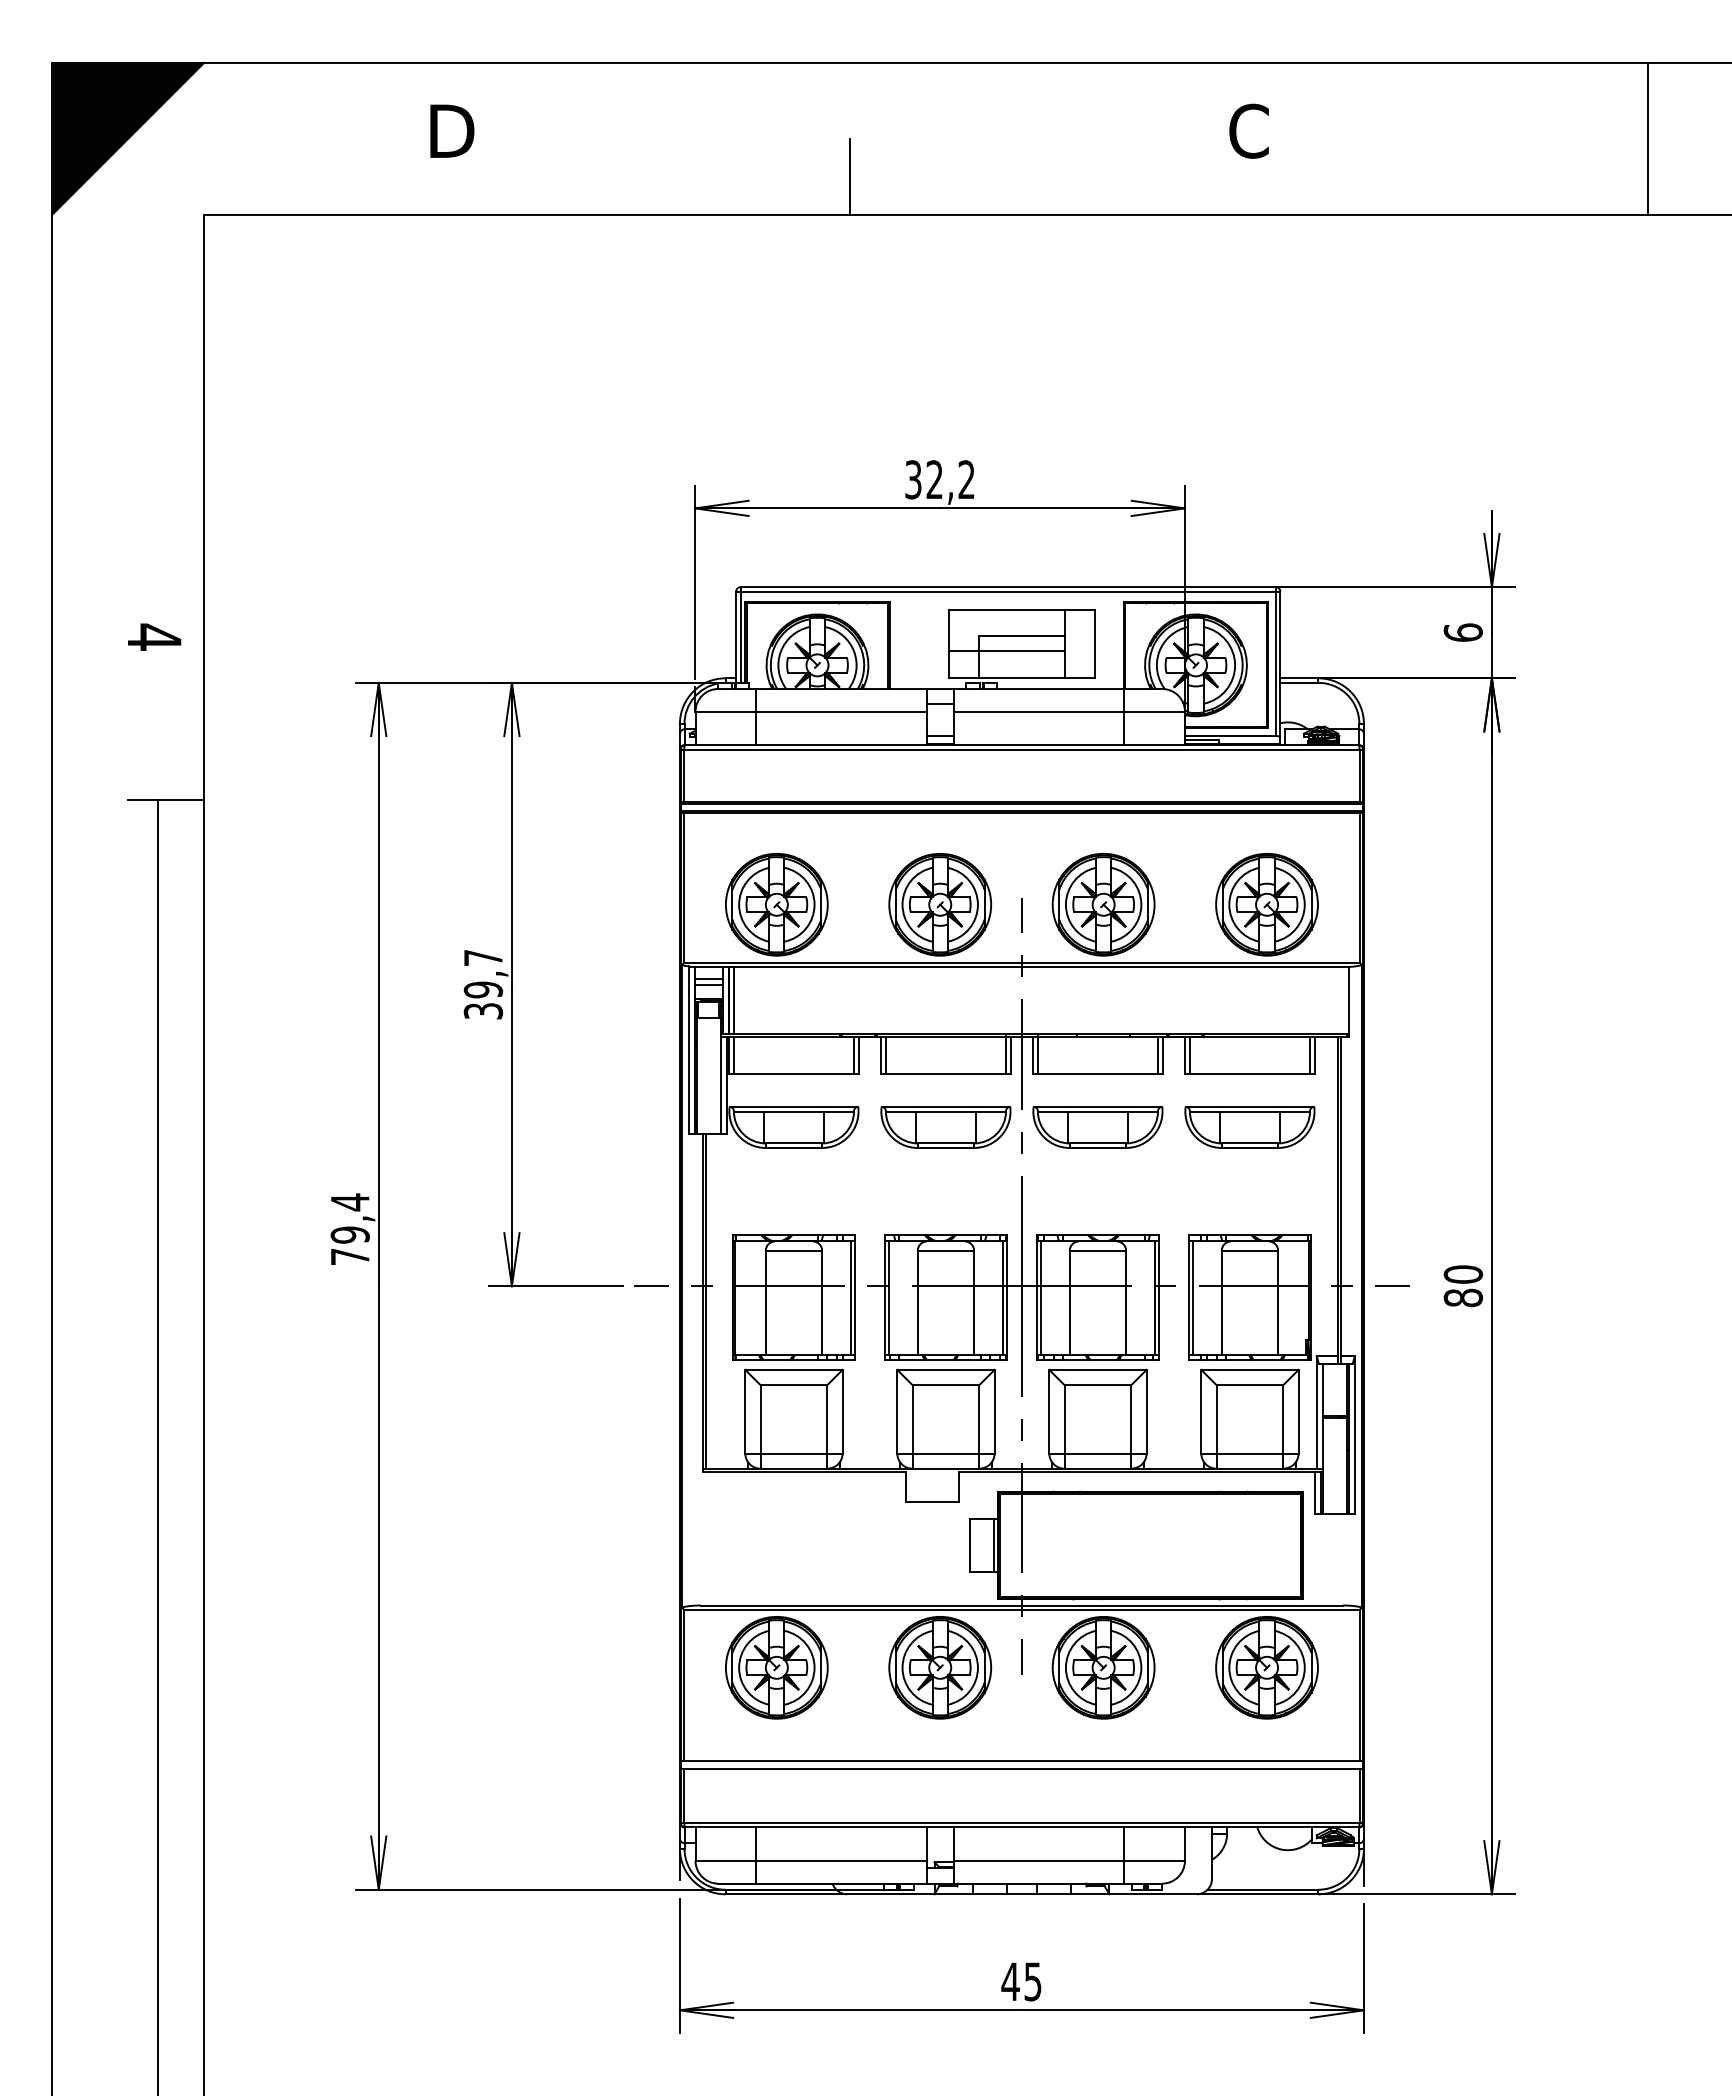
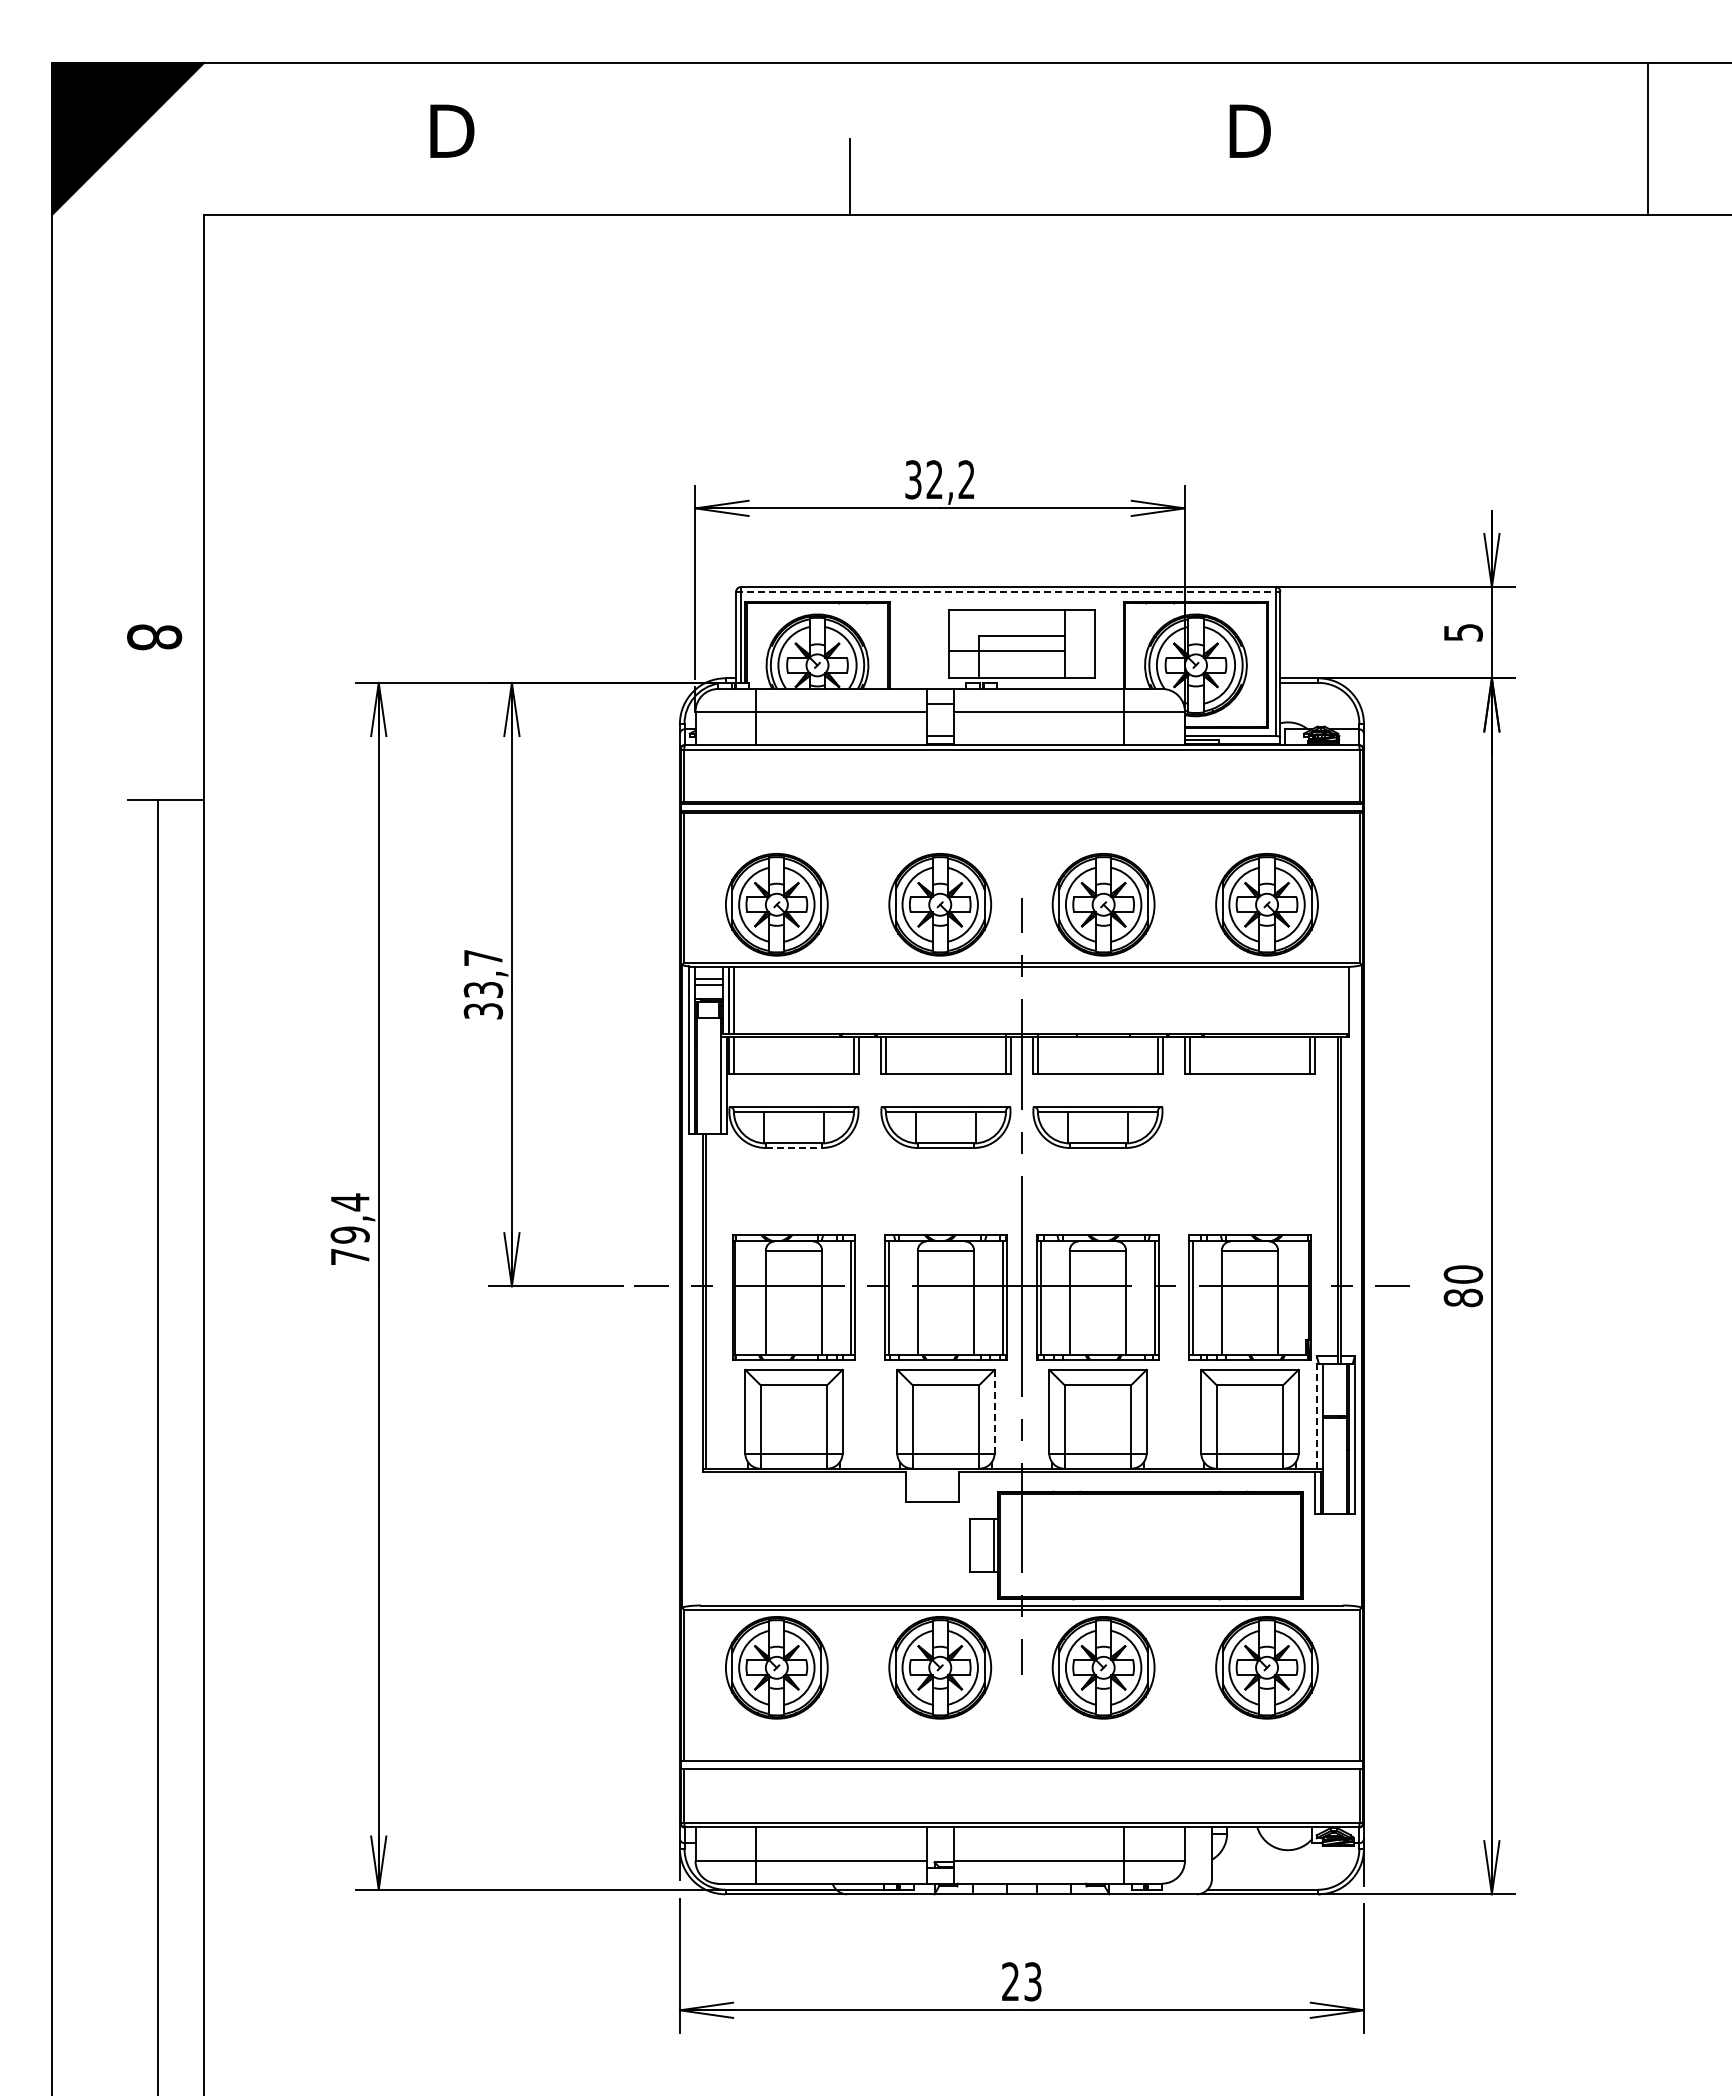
text at (1249, 130): C -> D
line at (1008, 591): solid -> dashed
text at (1462, 632): 6 -> 5
text at (154, 636): 4 -> 8
text at (483, 989): 39,7 -> 33,7
part at (1249, 1127): present -> none
line at (794, 1147): solid -> dashed
line at (994, 1411): solid -> dashed
line at (1316, 1411): solid -> dashed
text at (1021, 1981): 45 -> 23
